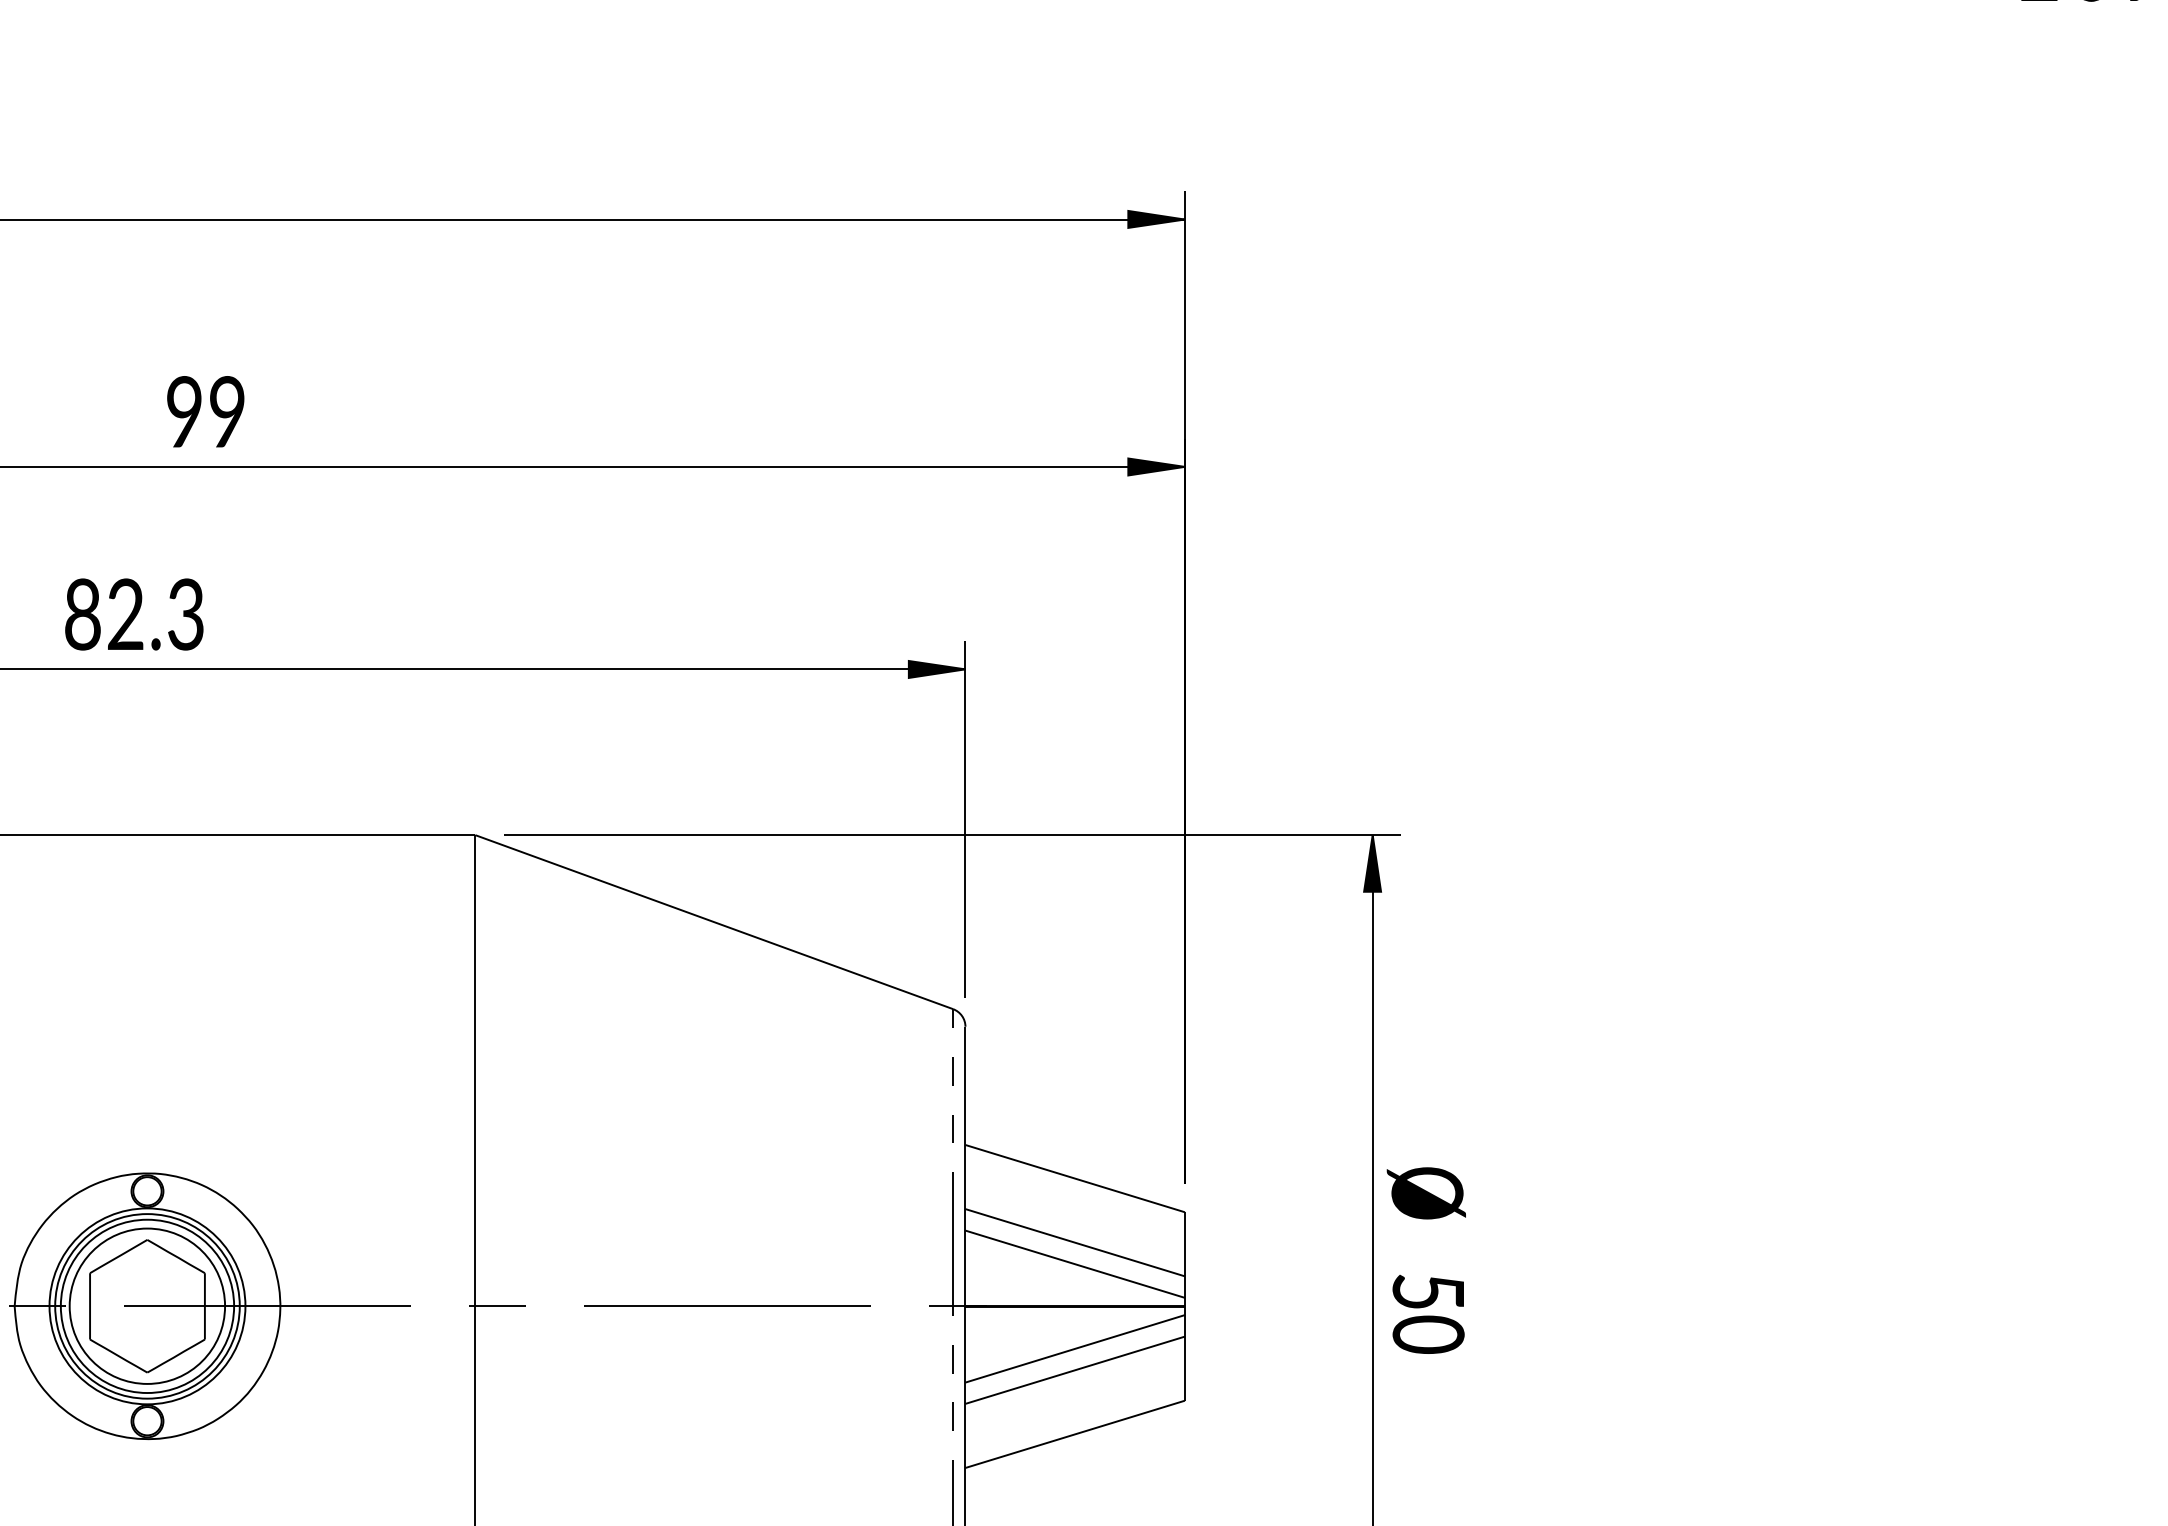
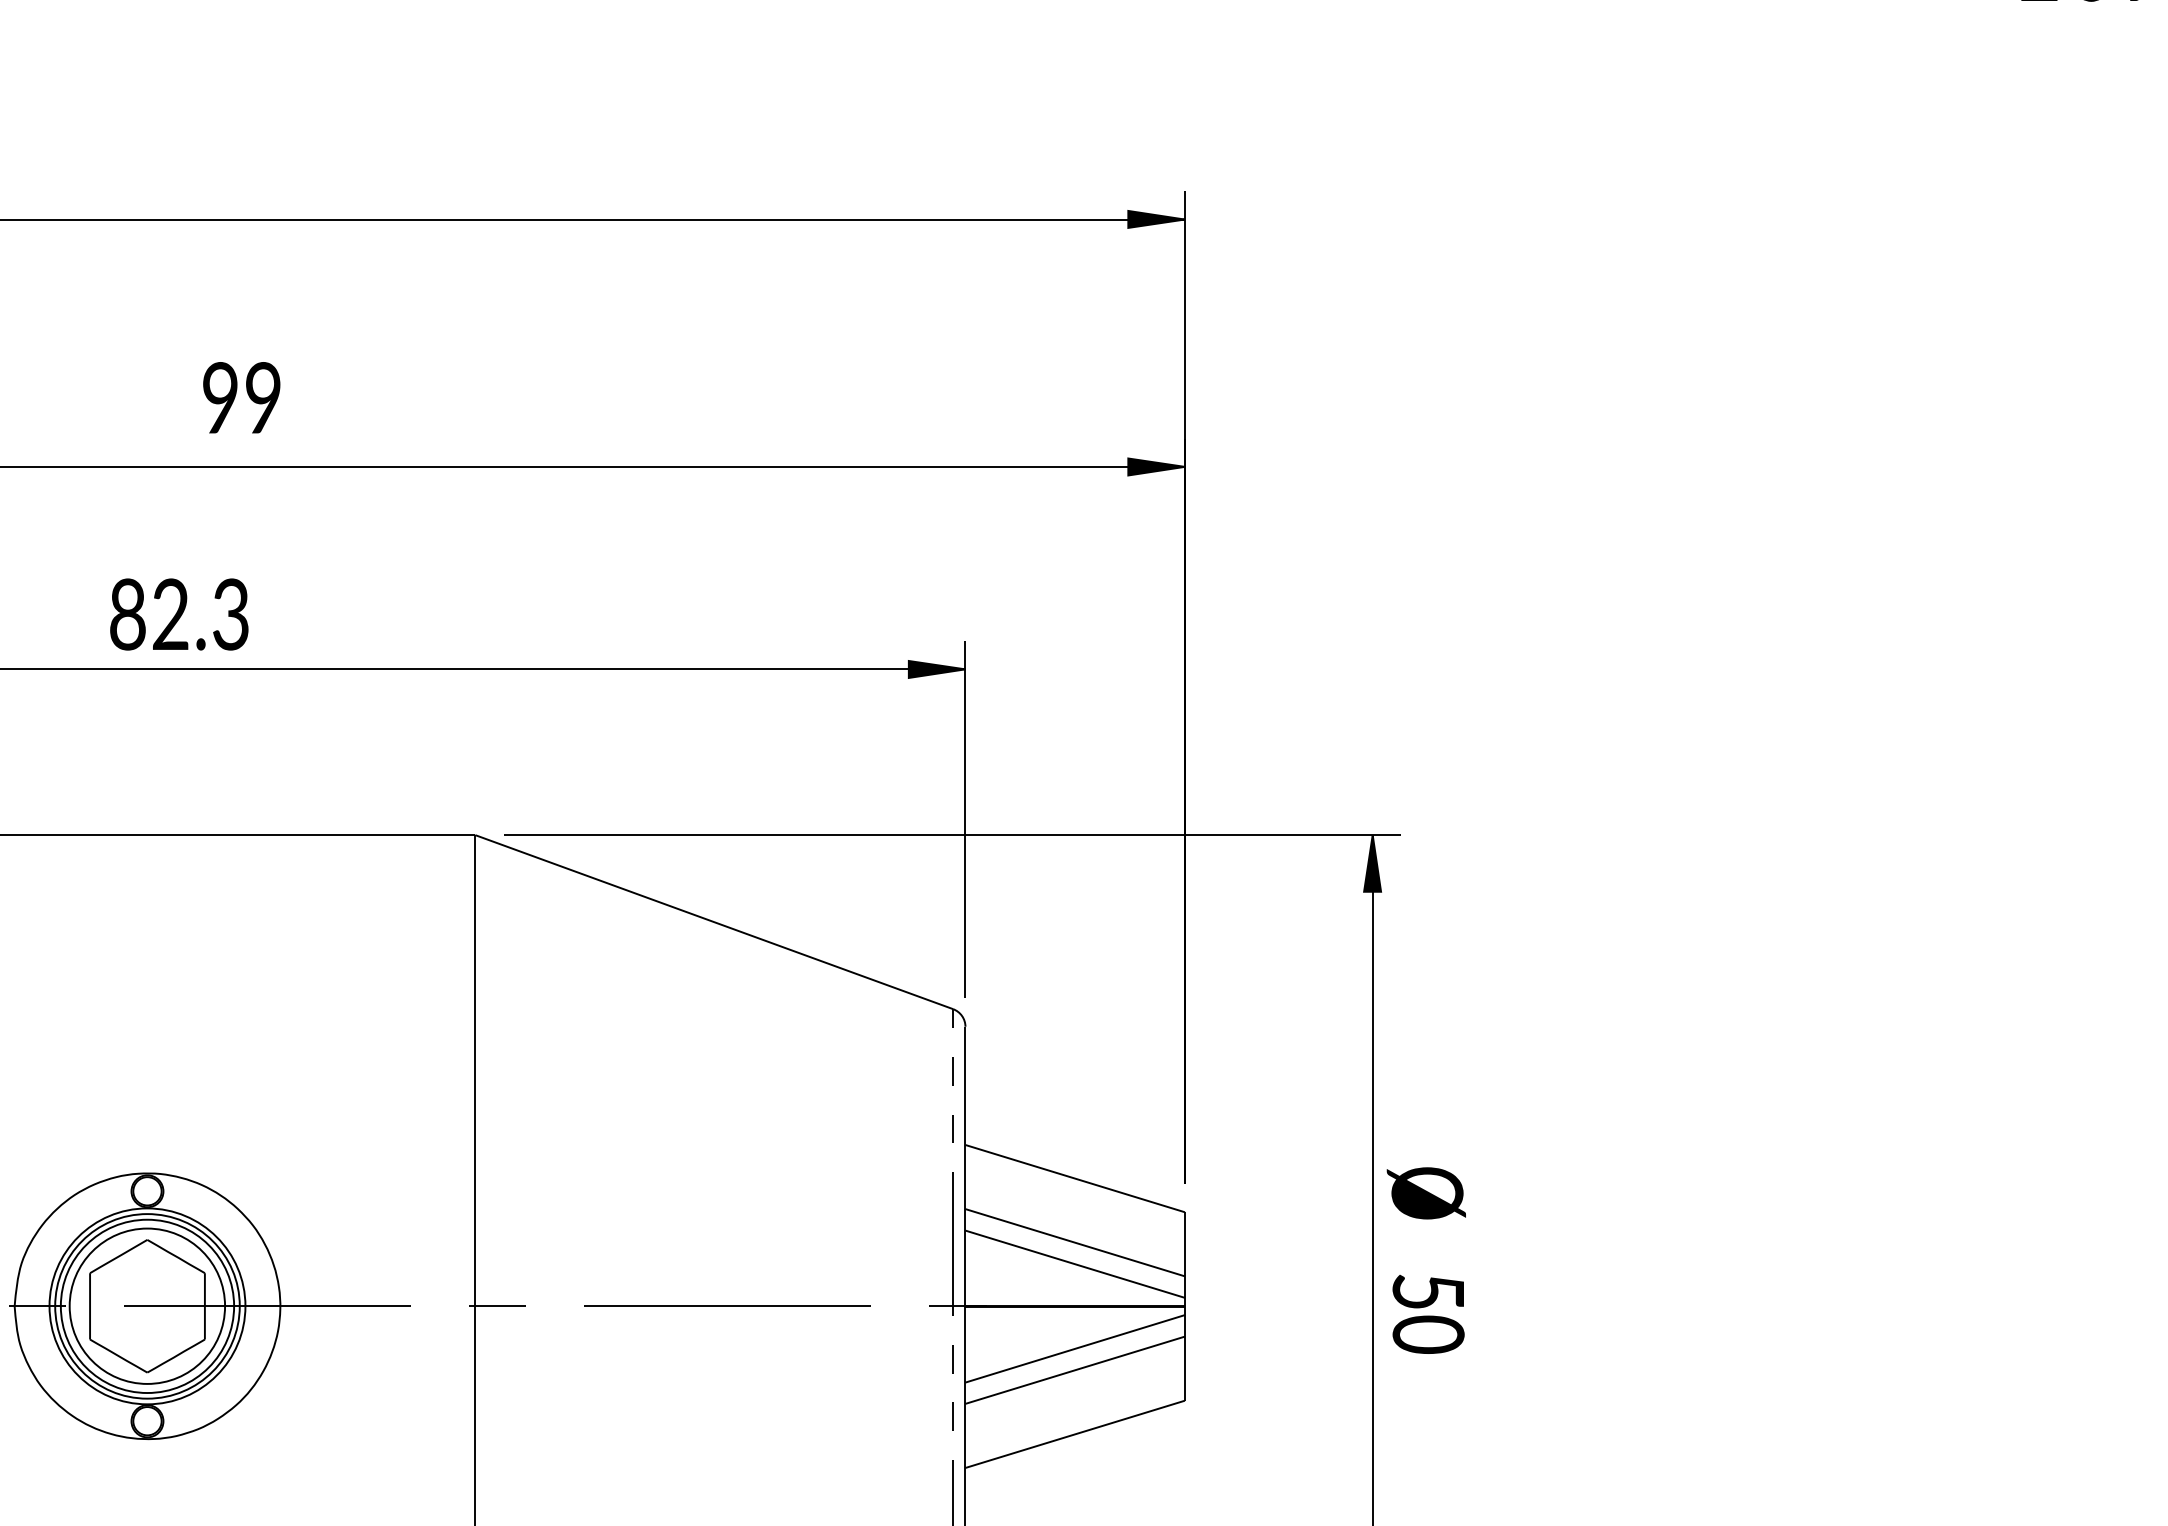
text at (205, 411) position: (205, 411) -> (241, 397)
text at (134, 614) position: (134, 614) -> (179, 614)
